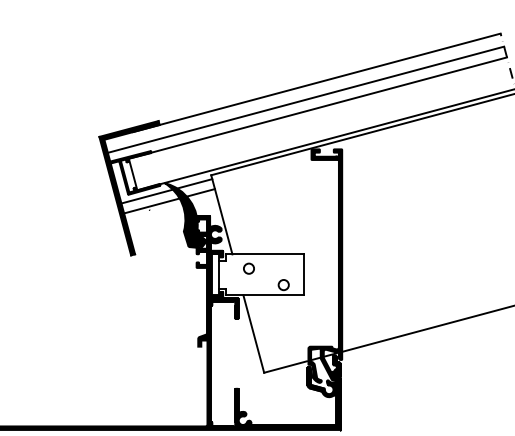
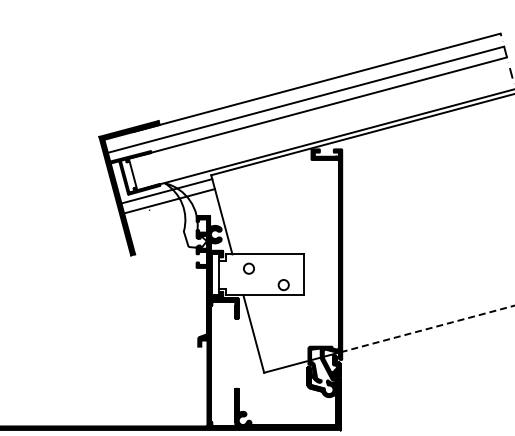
fill at (185, 215): present -> none
line at (427, 328): solid -> dashed
